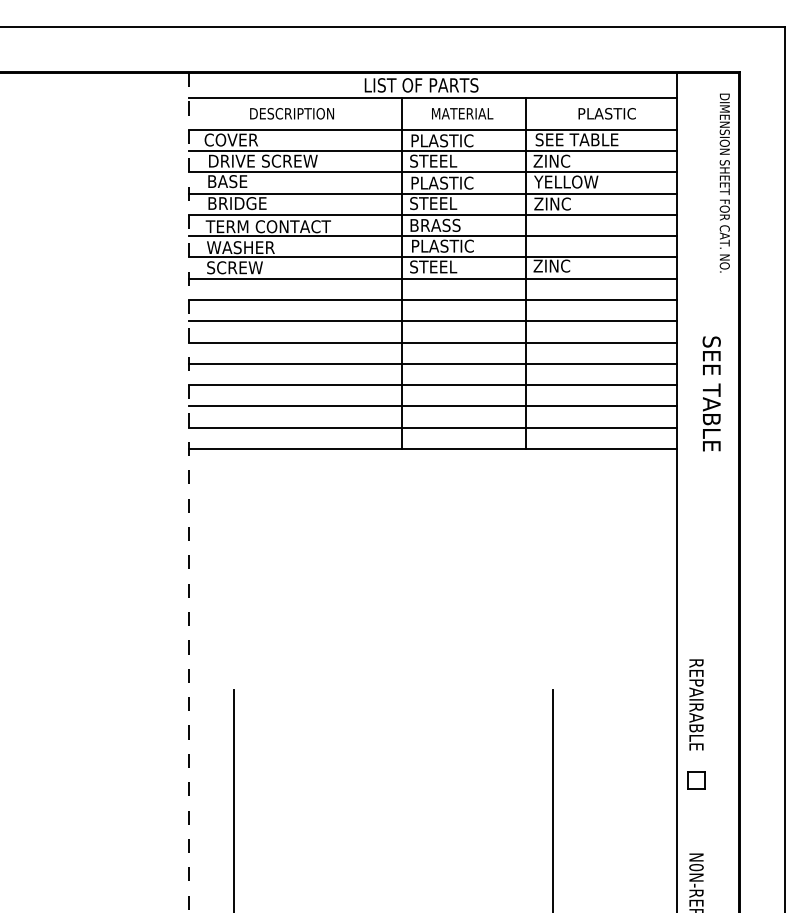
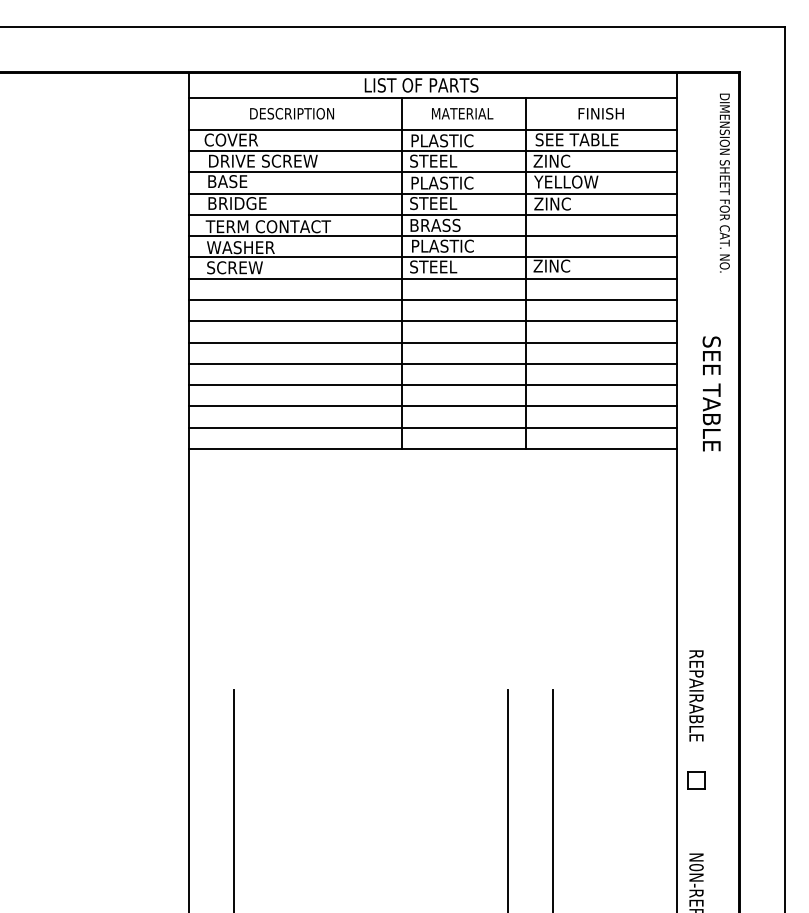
text at (607, 113): PLASTIC -> FINISH
line at (189, 492): dashed -> solid
text at (696, 704) position: (696, 704) -> (696, 695)
line at (508, 799): none -> present
